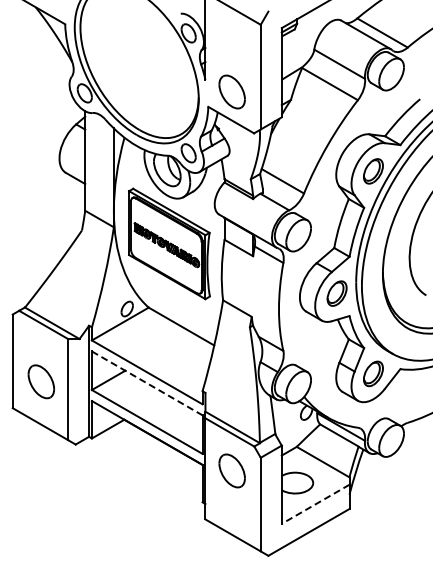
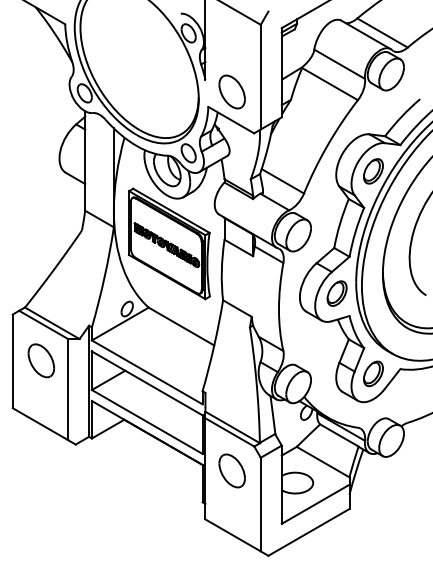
part at (40, 381) position: (40, 381) -> (40, 360)
line at (147, 383): dashed -> solid
line at (315, 504): dashed -> solid
